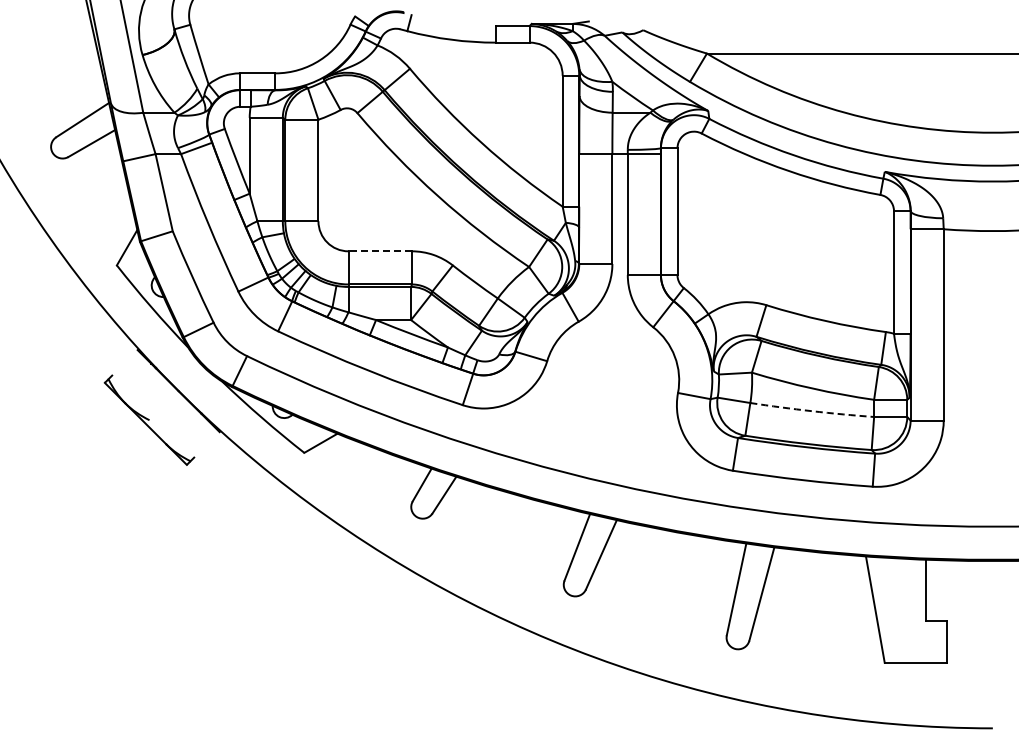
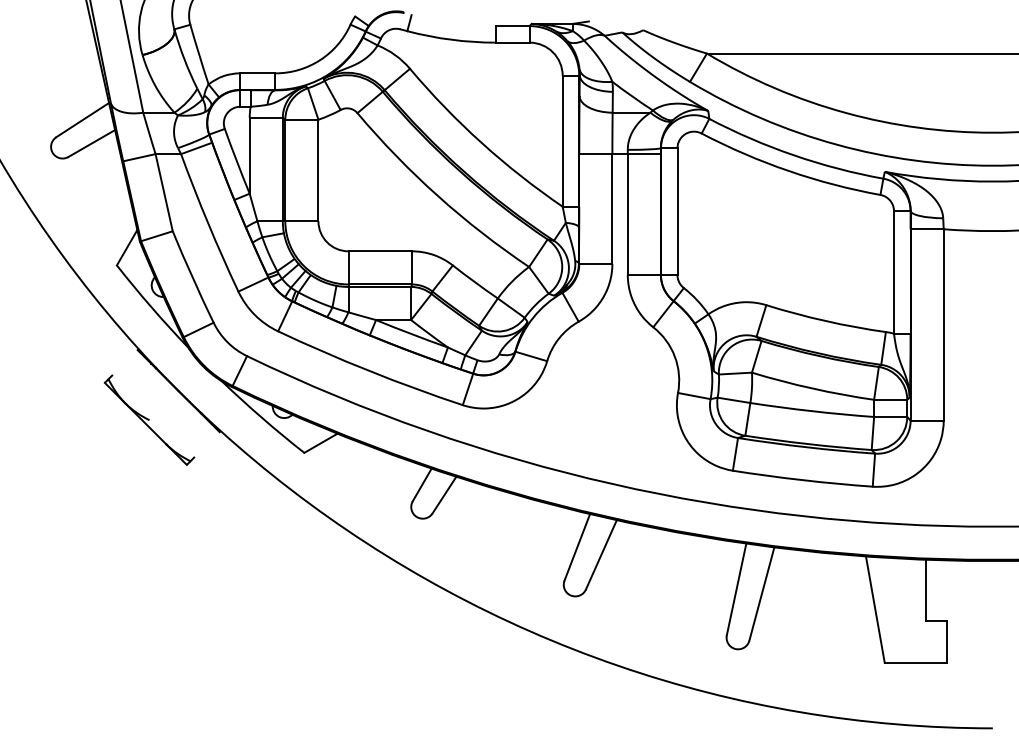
line at (380, 251): dashed -> solid
arc at (812, 411): dashed -> solid
